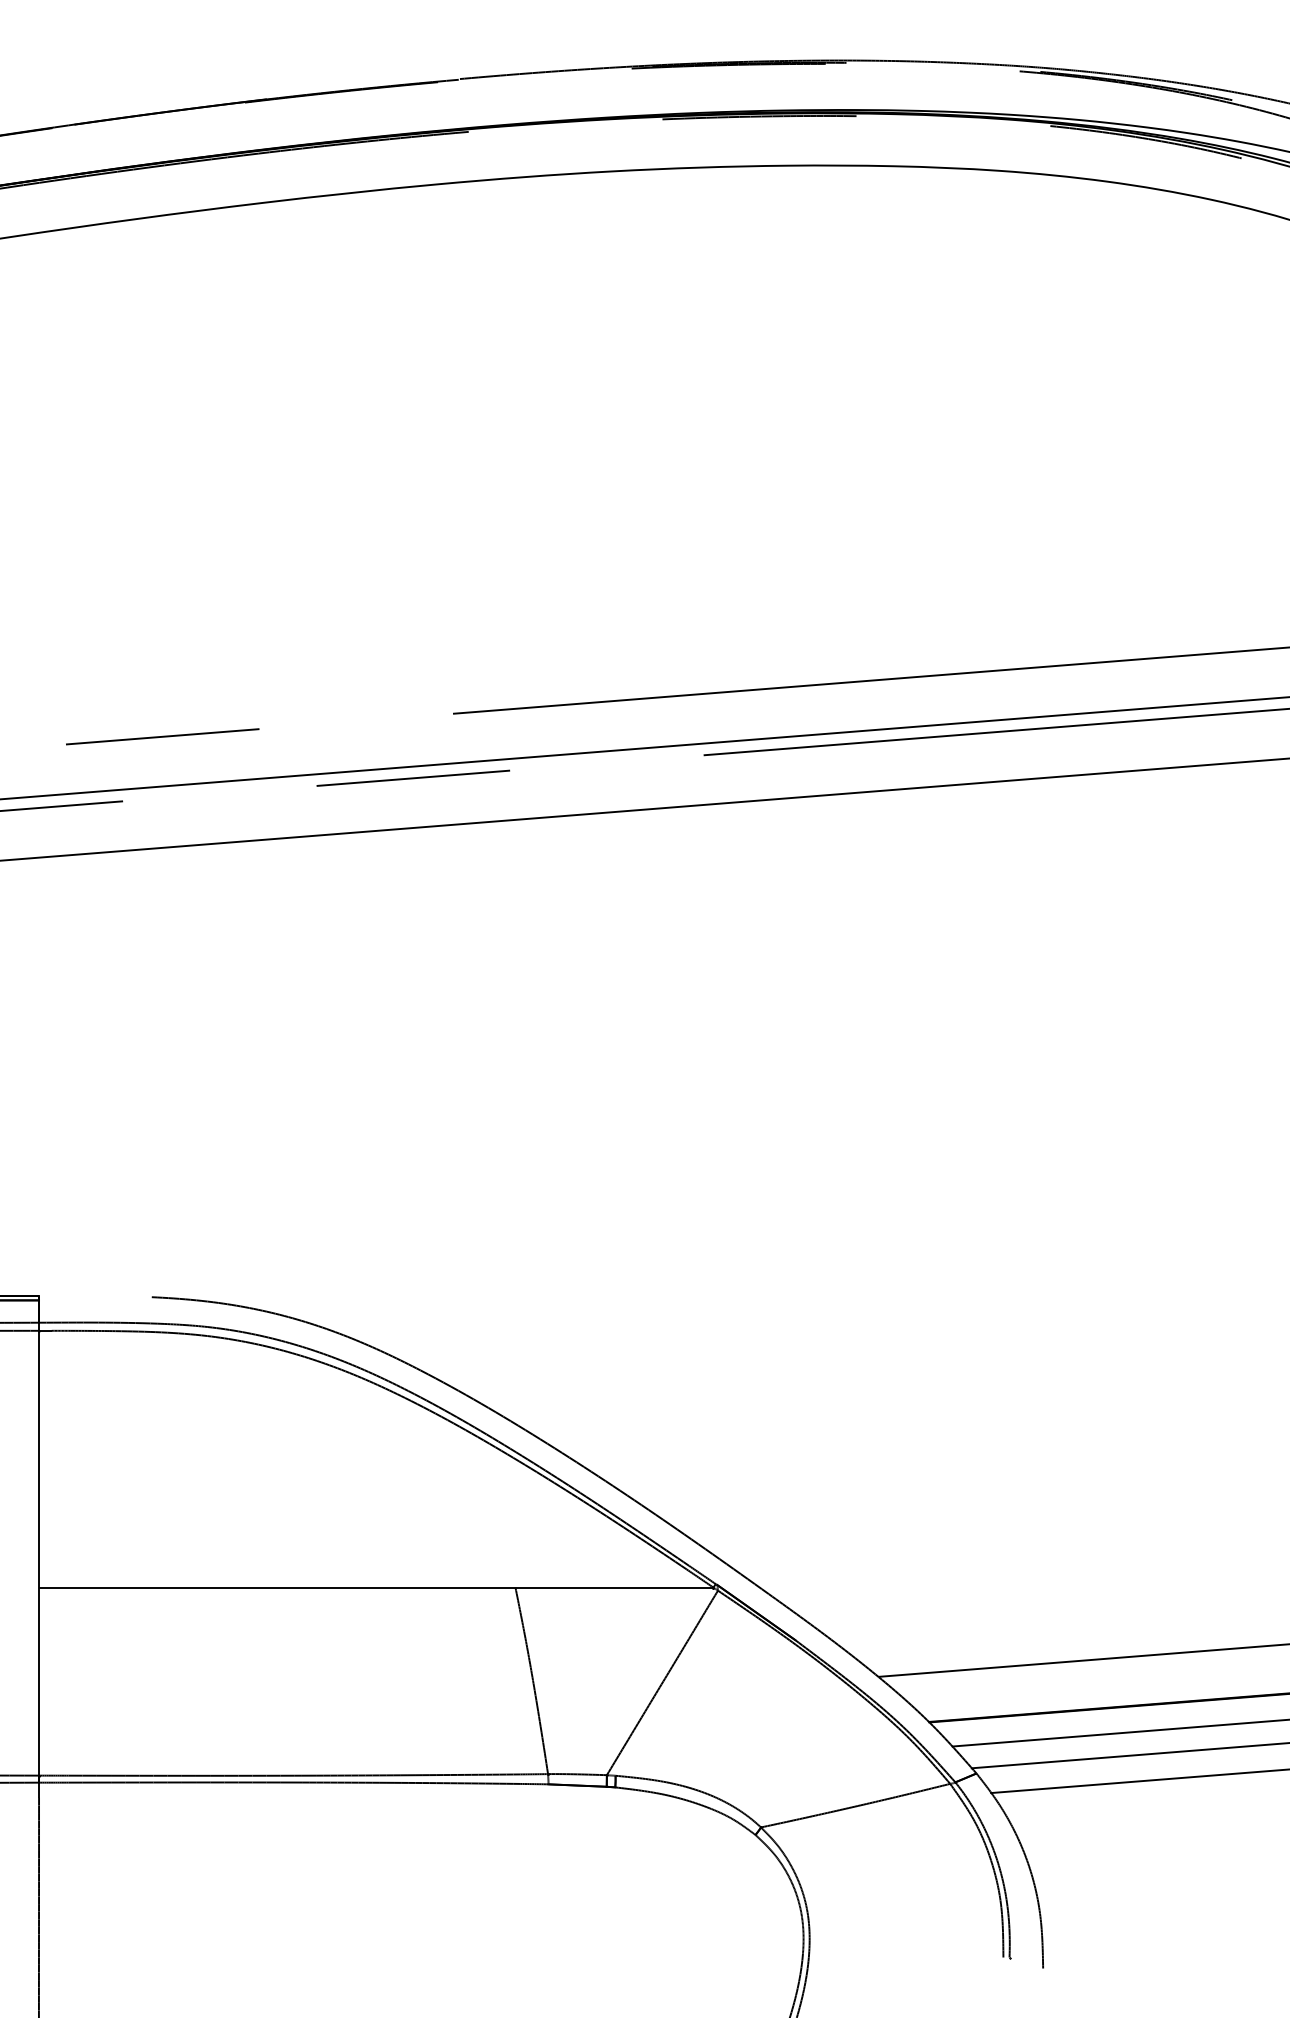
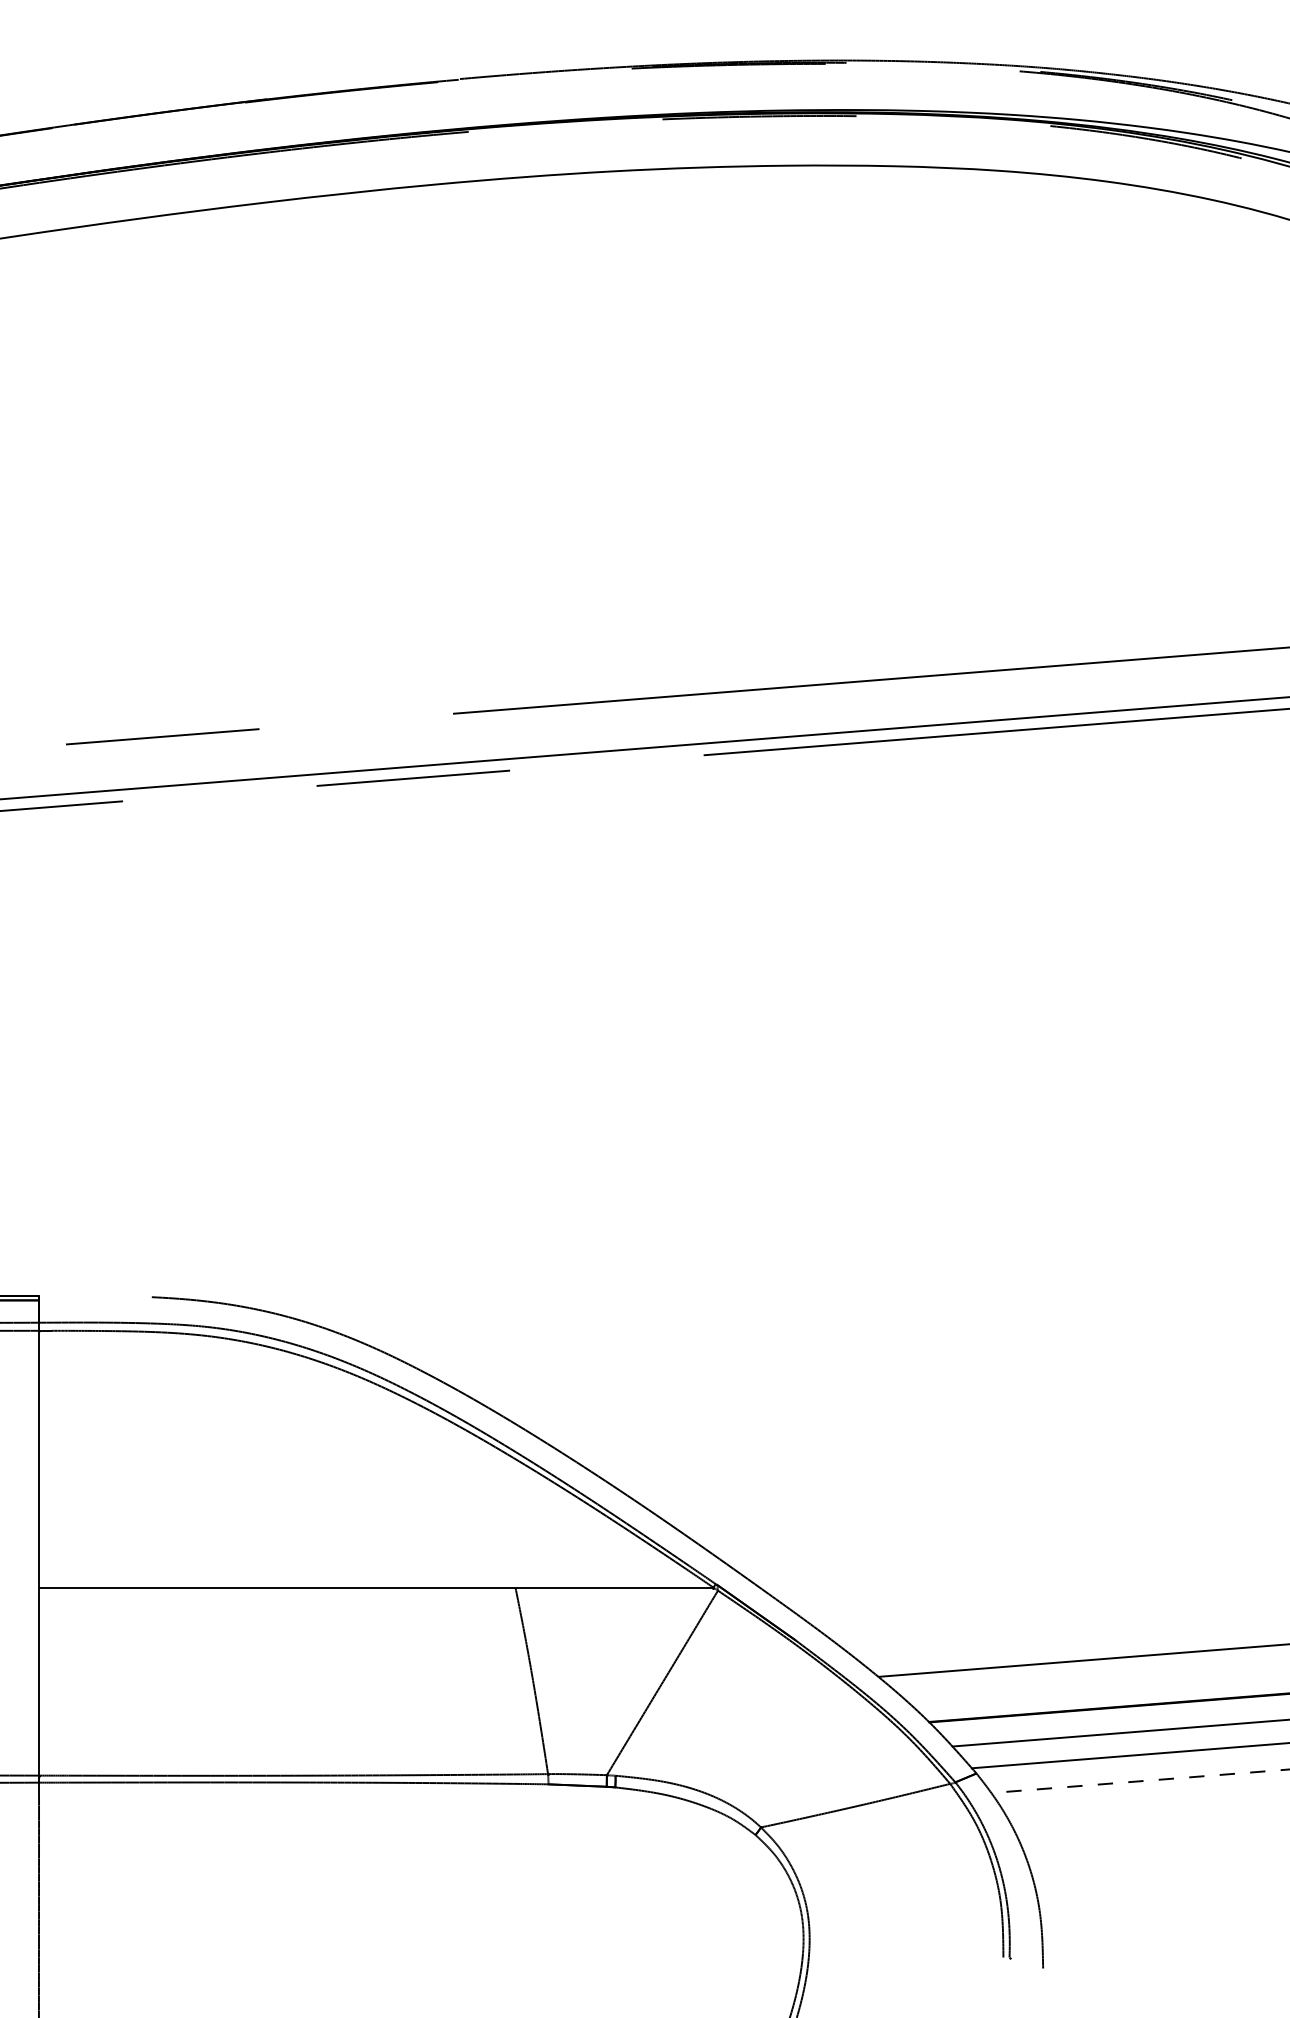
line at (644, 809): present -> none
line at (1139, 1781): solid -> dashed
